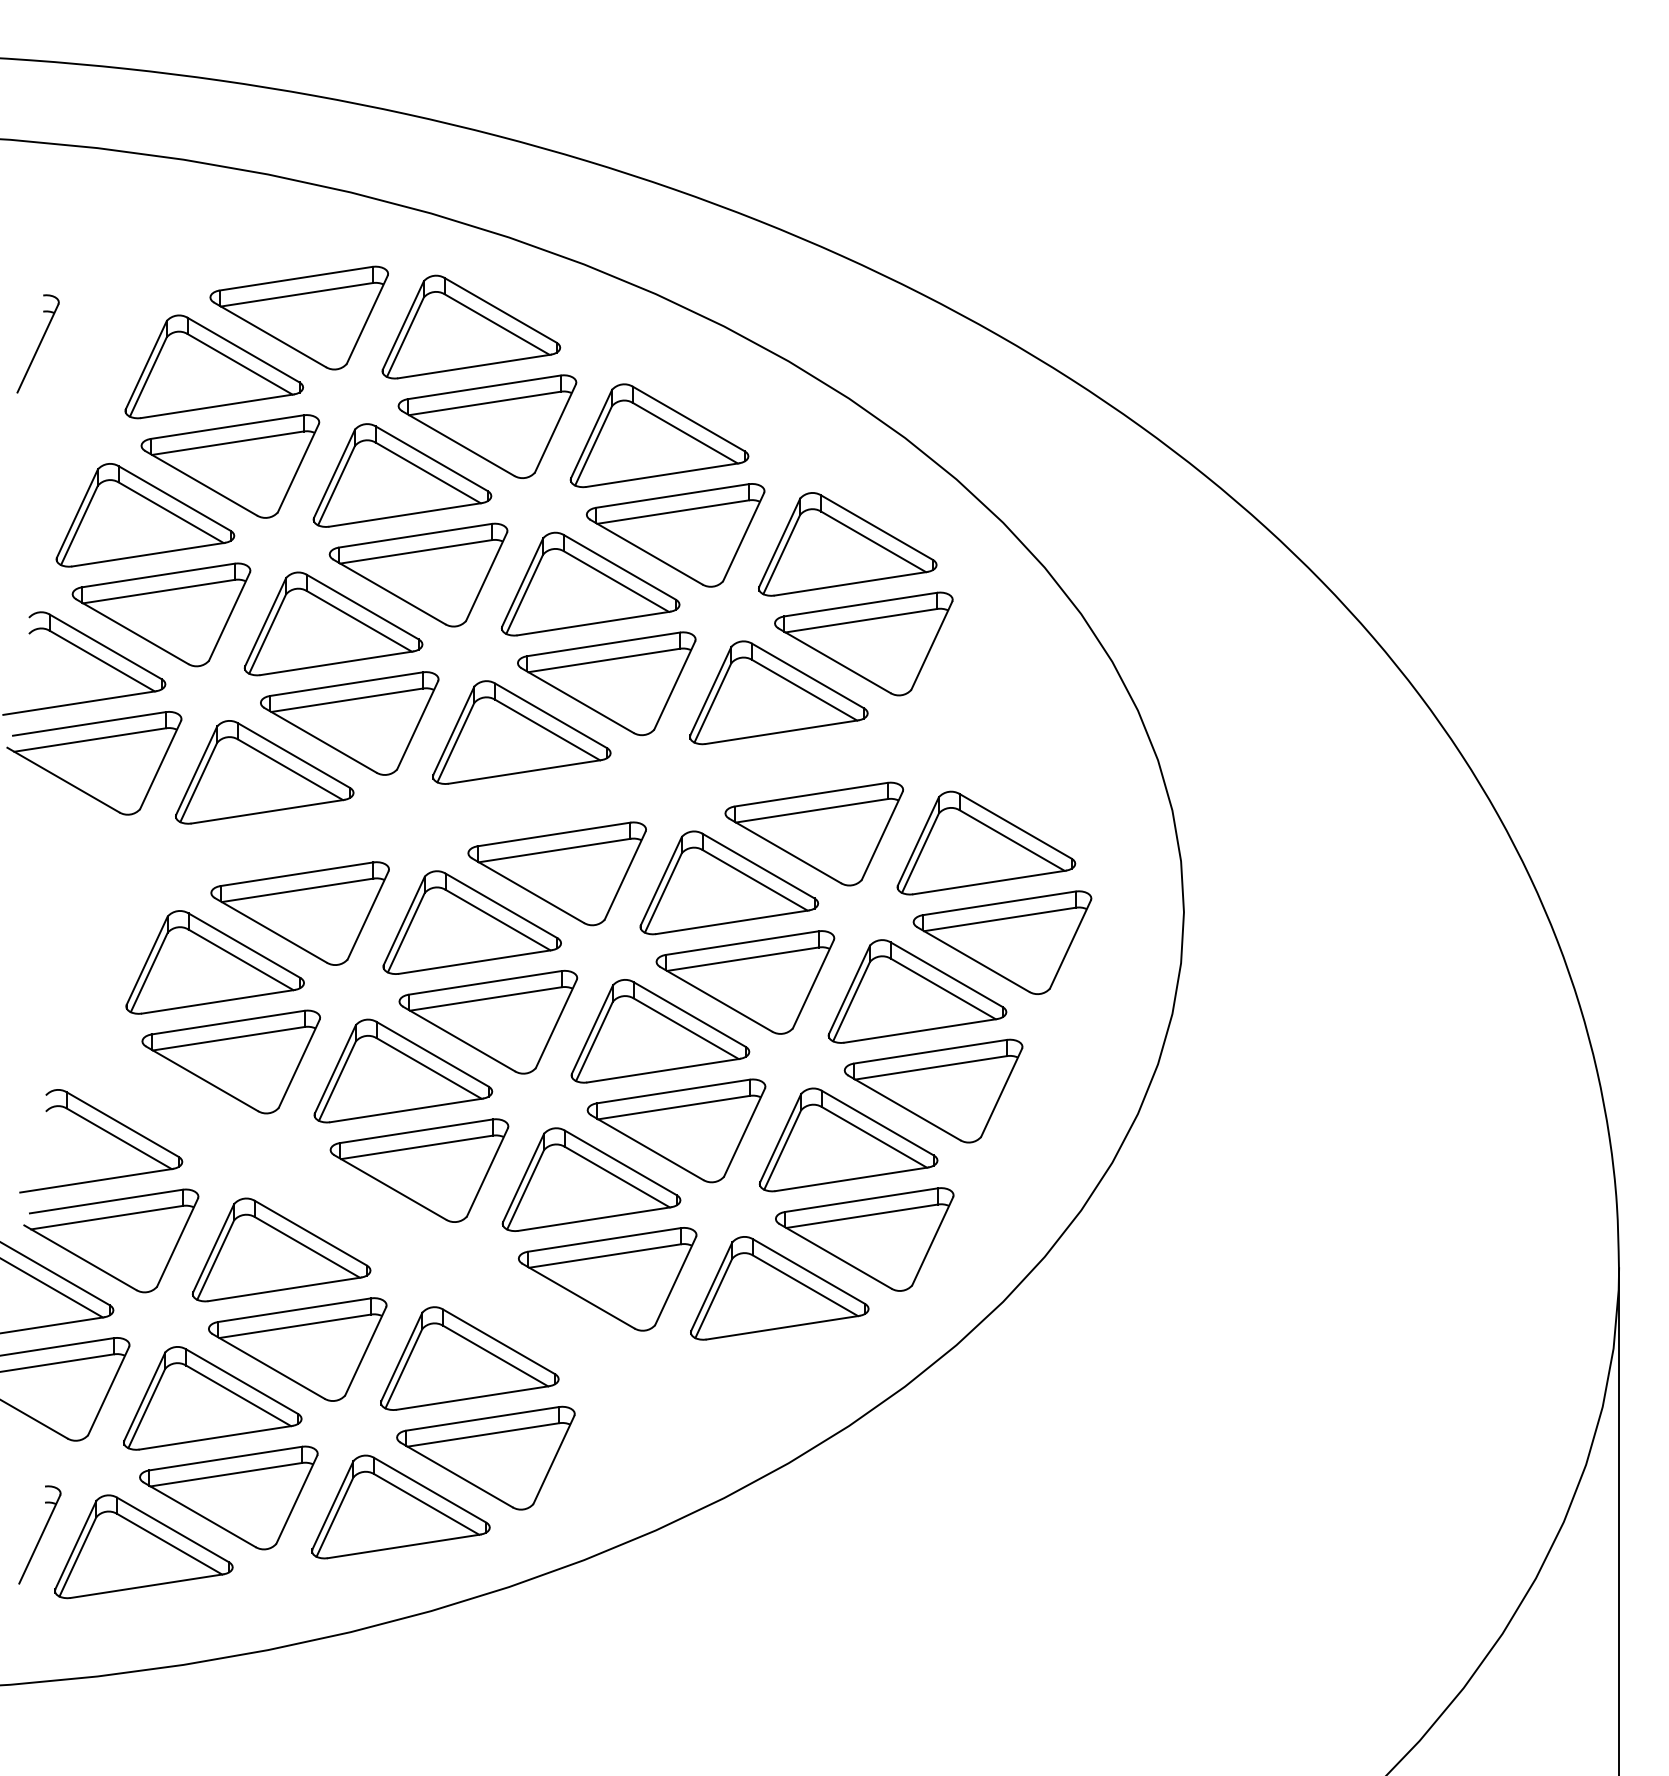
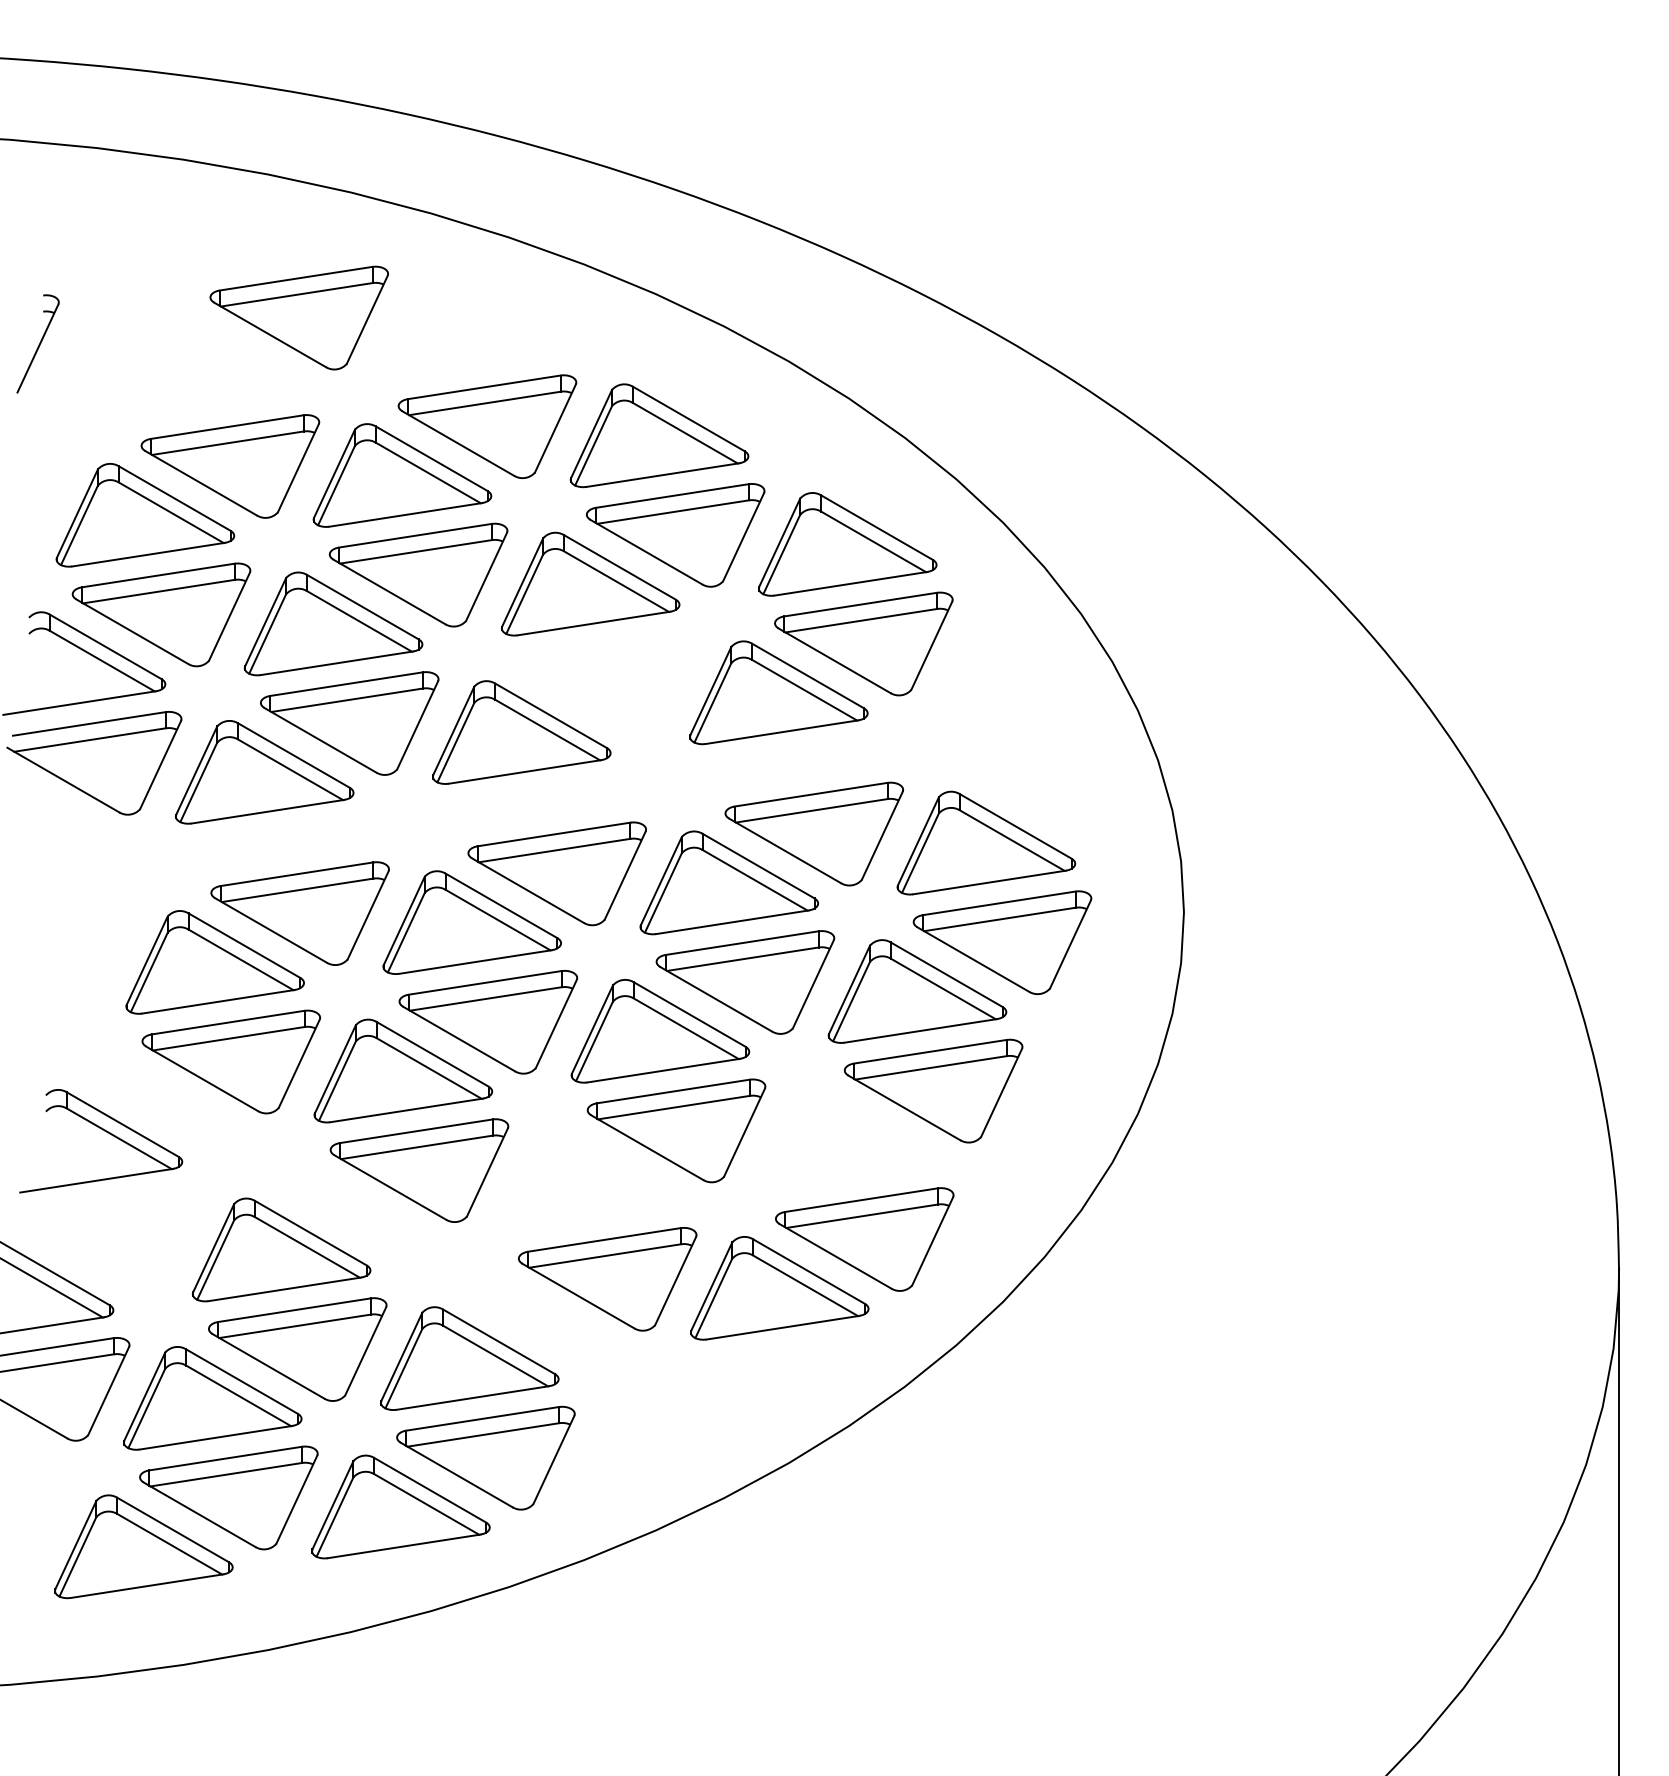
part at (471, 326): present -> none
part at (213, 366): present -> none
part at (606, 683): present -> none
part at (848, 1139): present -> none
part at (591, 1179): present -> none
part at (111, 1240): present -> none
part at (39, 1534): present -> none
